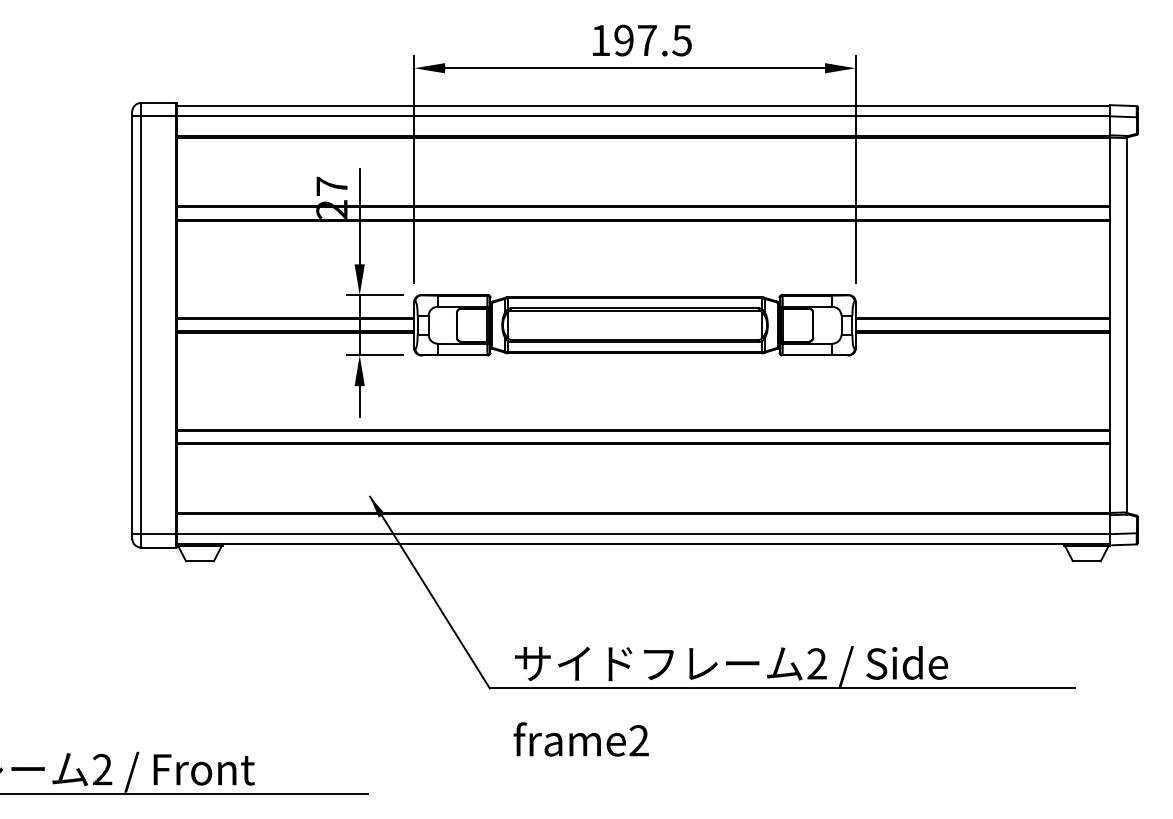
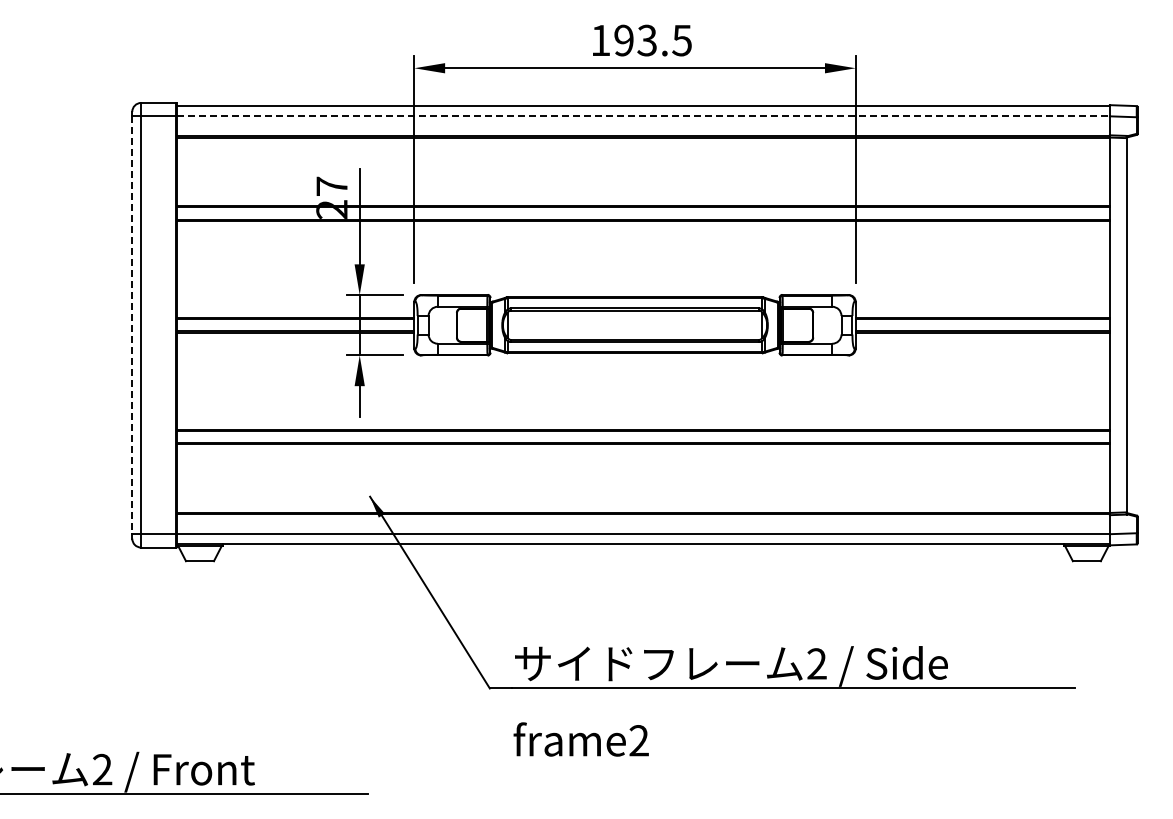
text at (647, 40): 197.5 -> 193.5
line at (643, 116): solid -> dashed
line at (132, 325): solid -> dashed
